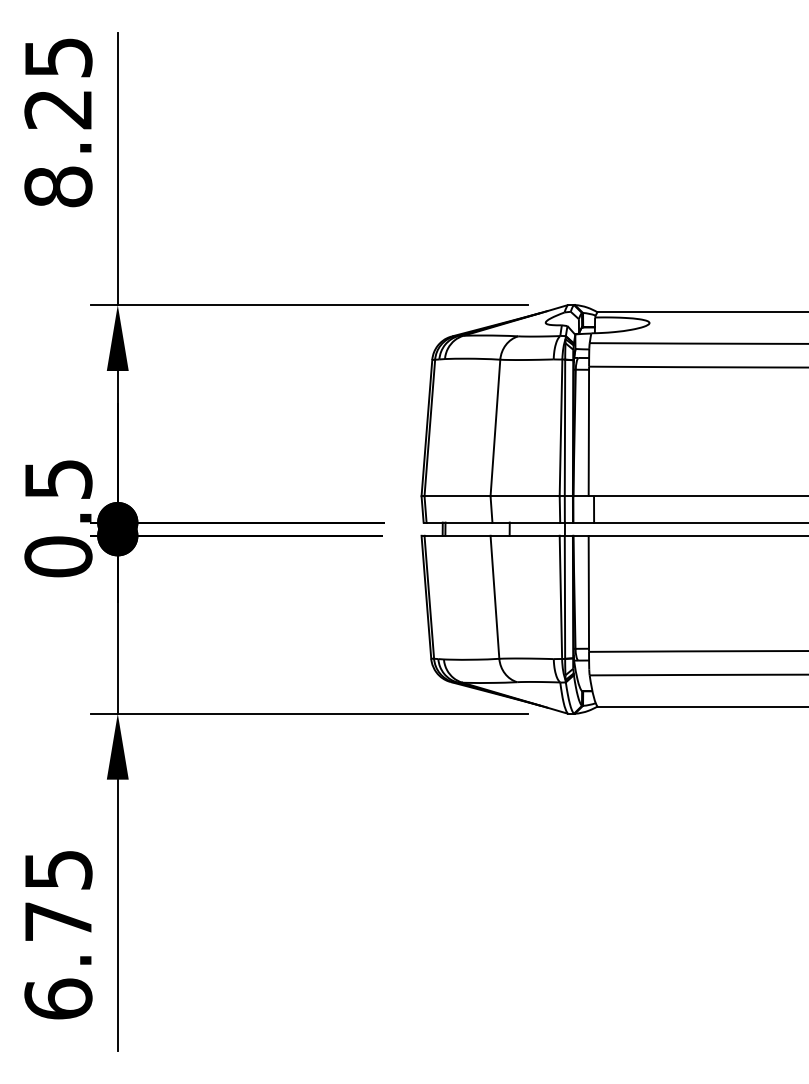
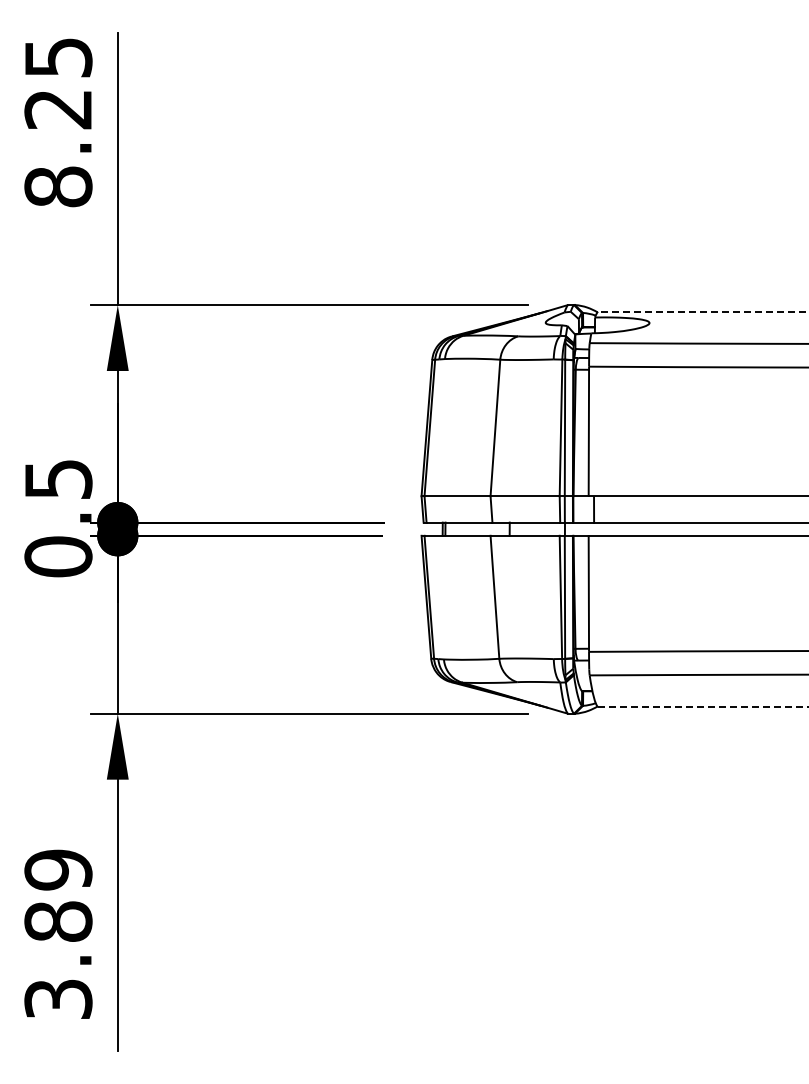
line at (702, 311): solid -> dashed
line at (703, 707): solid -> dashed
text at (58, 934): 6.75 -> 3.89
